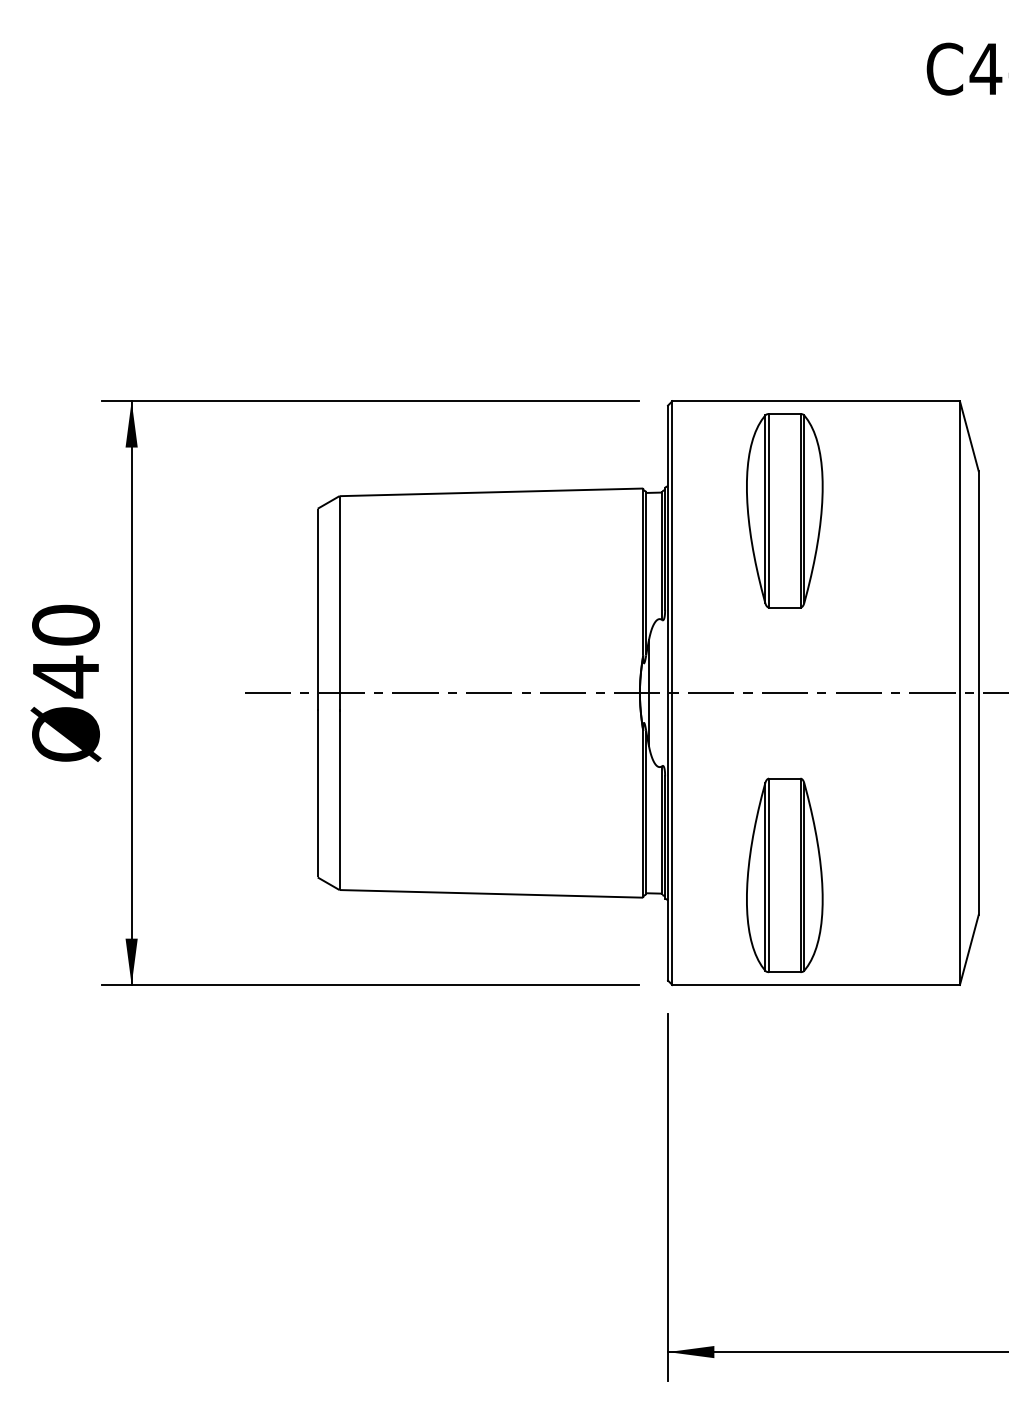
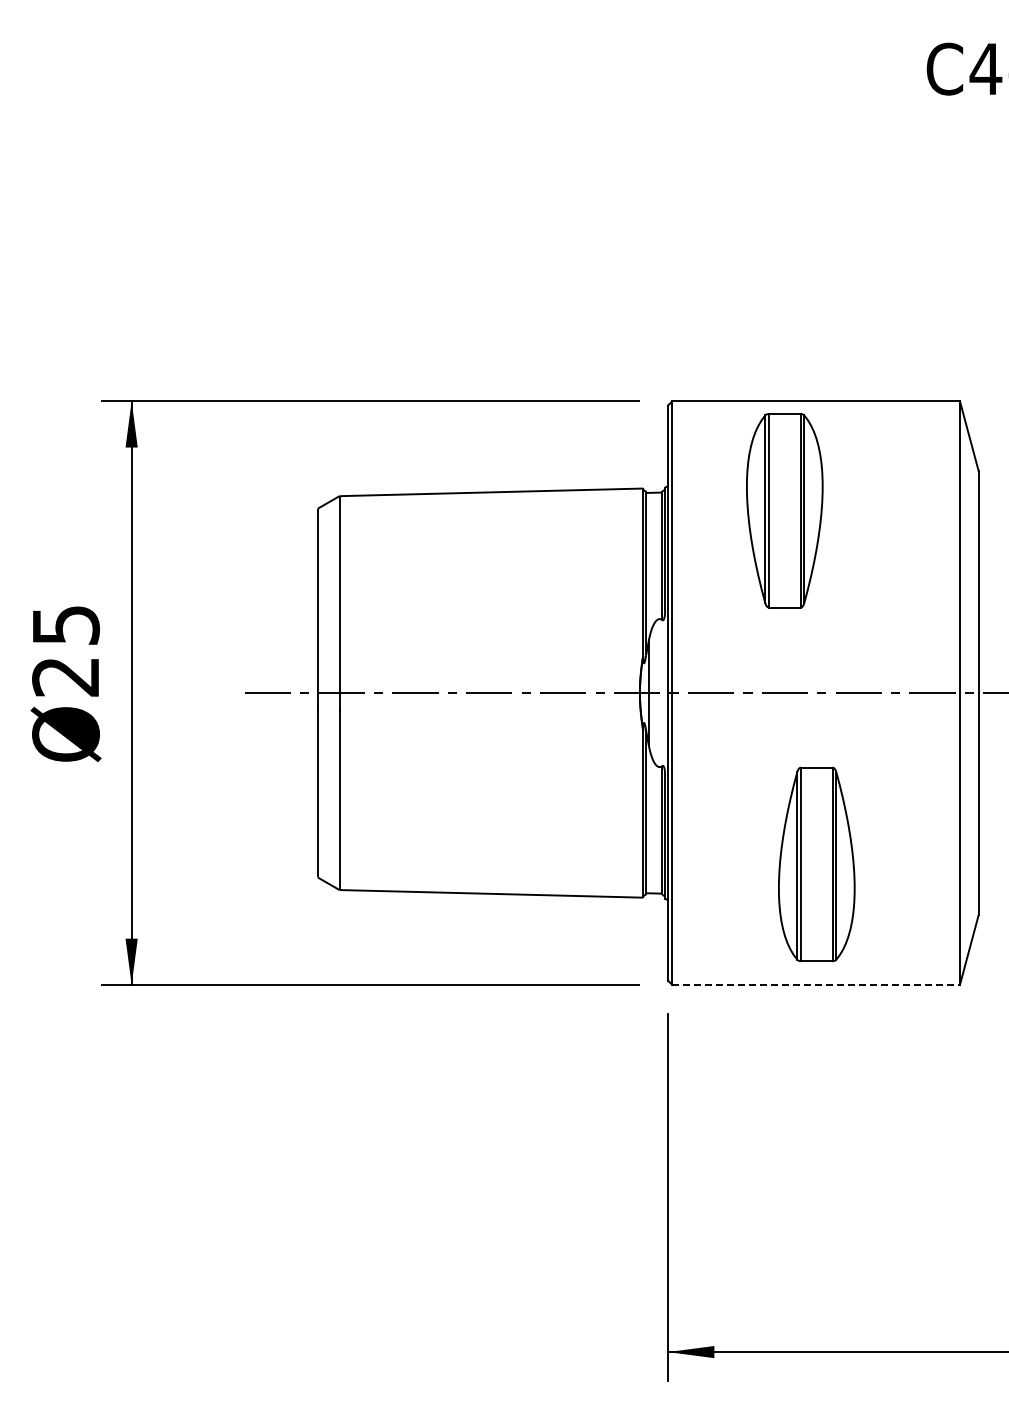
text at (65, 651): Ø40 -> Ø25
part at (784, 875) position: (784, 875) -> (816, 864)
line at (816, 985): solid -> dashed
